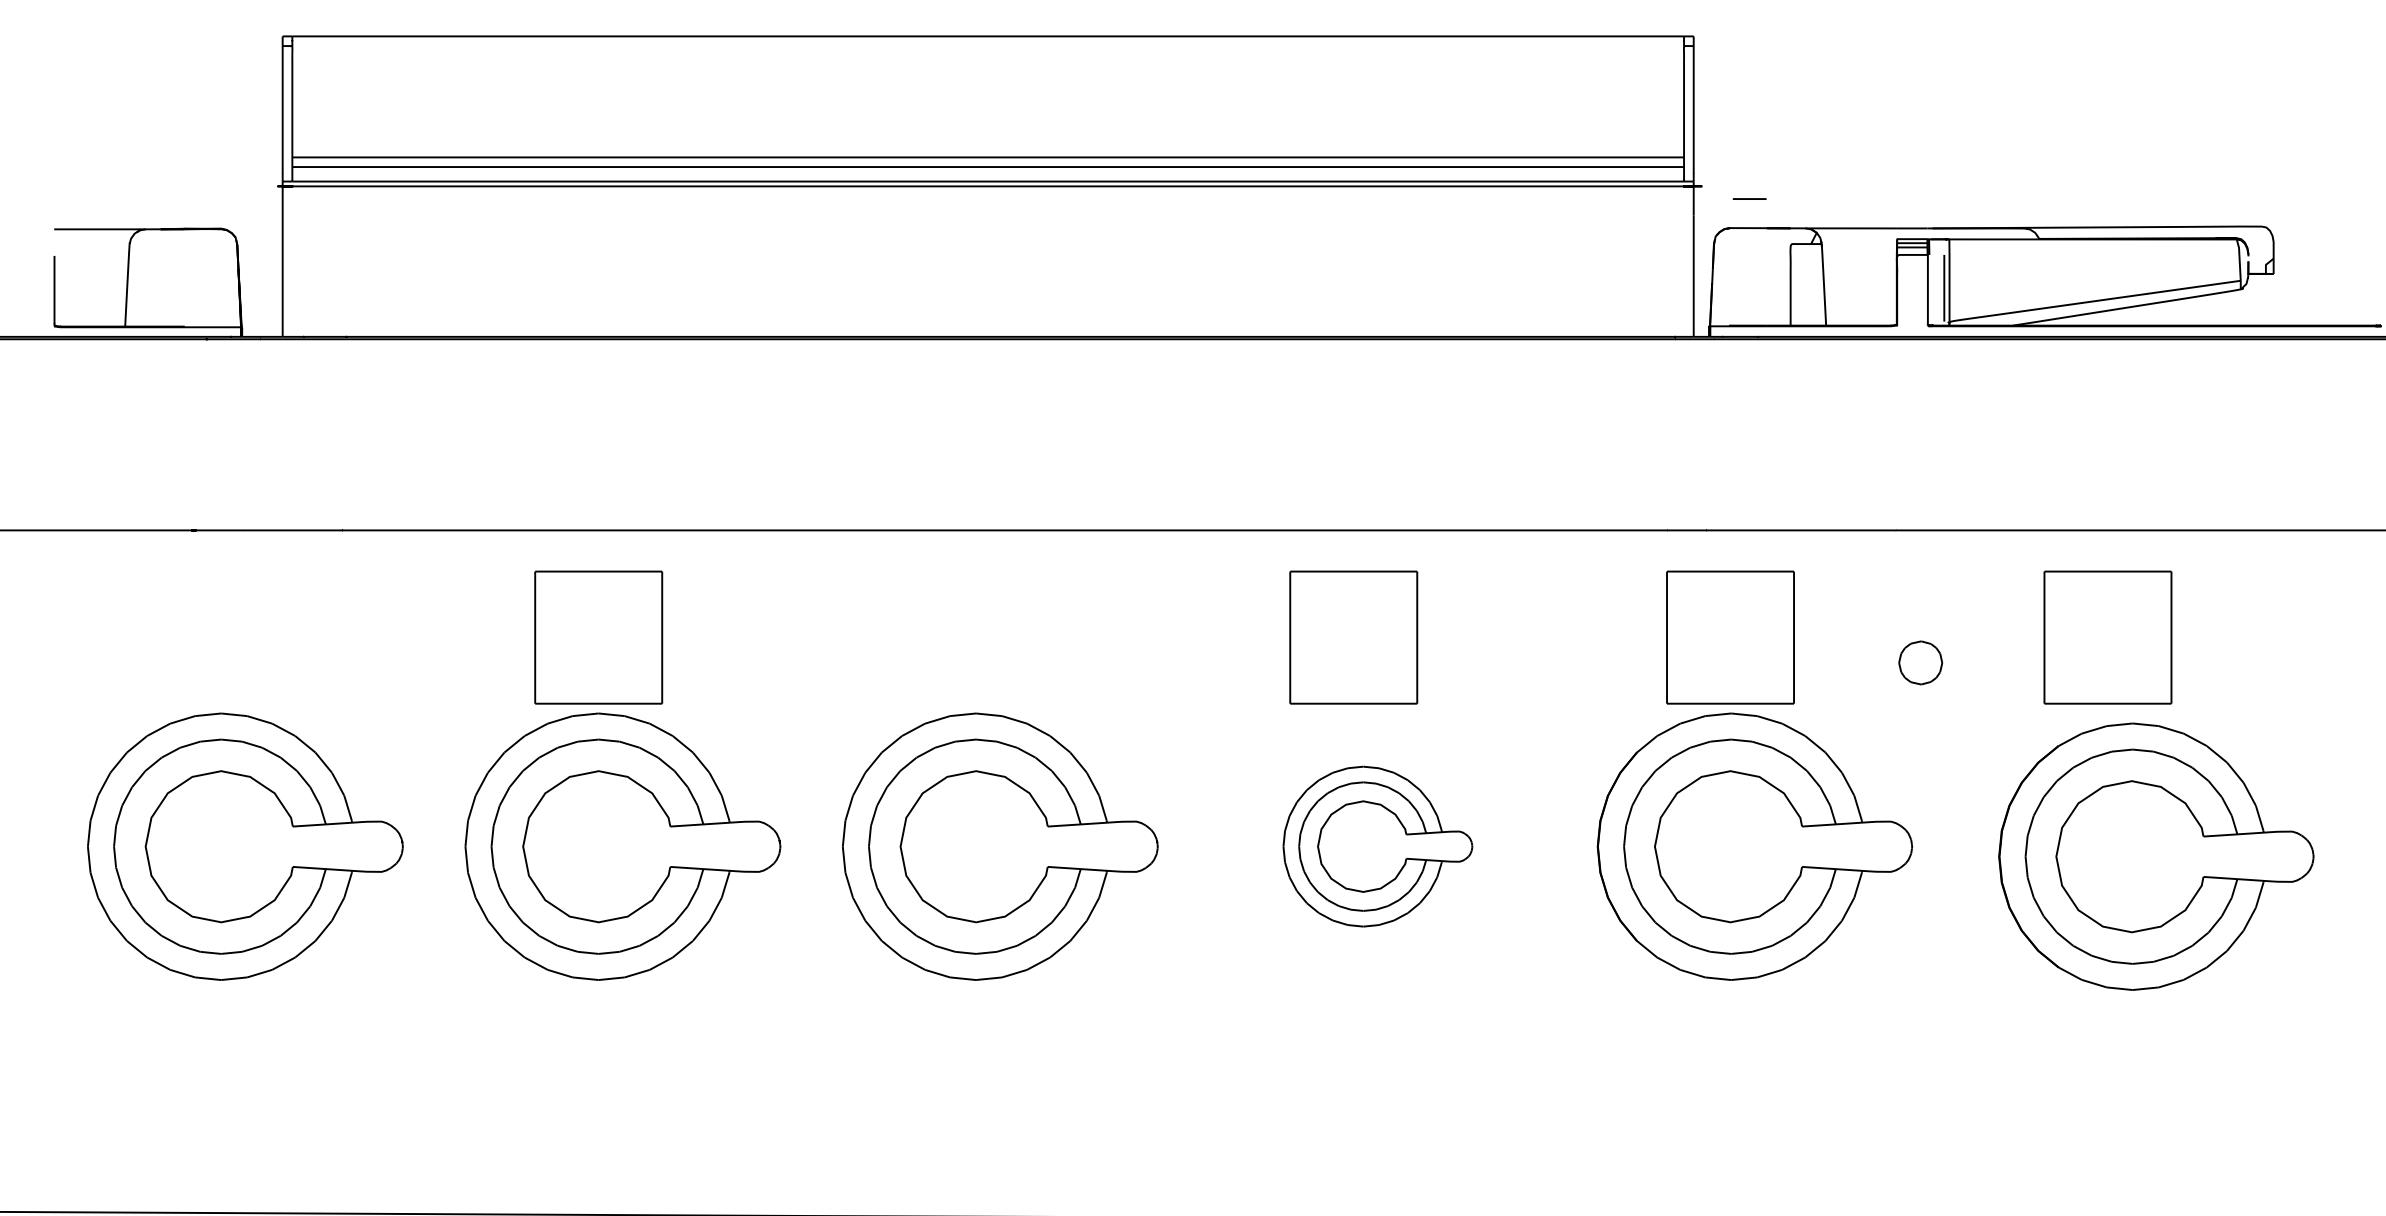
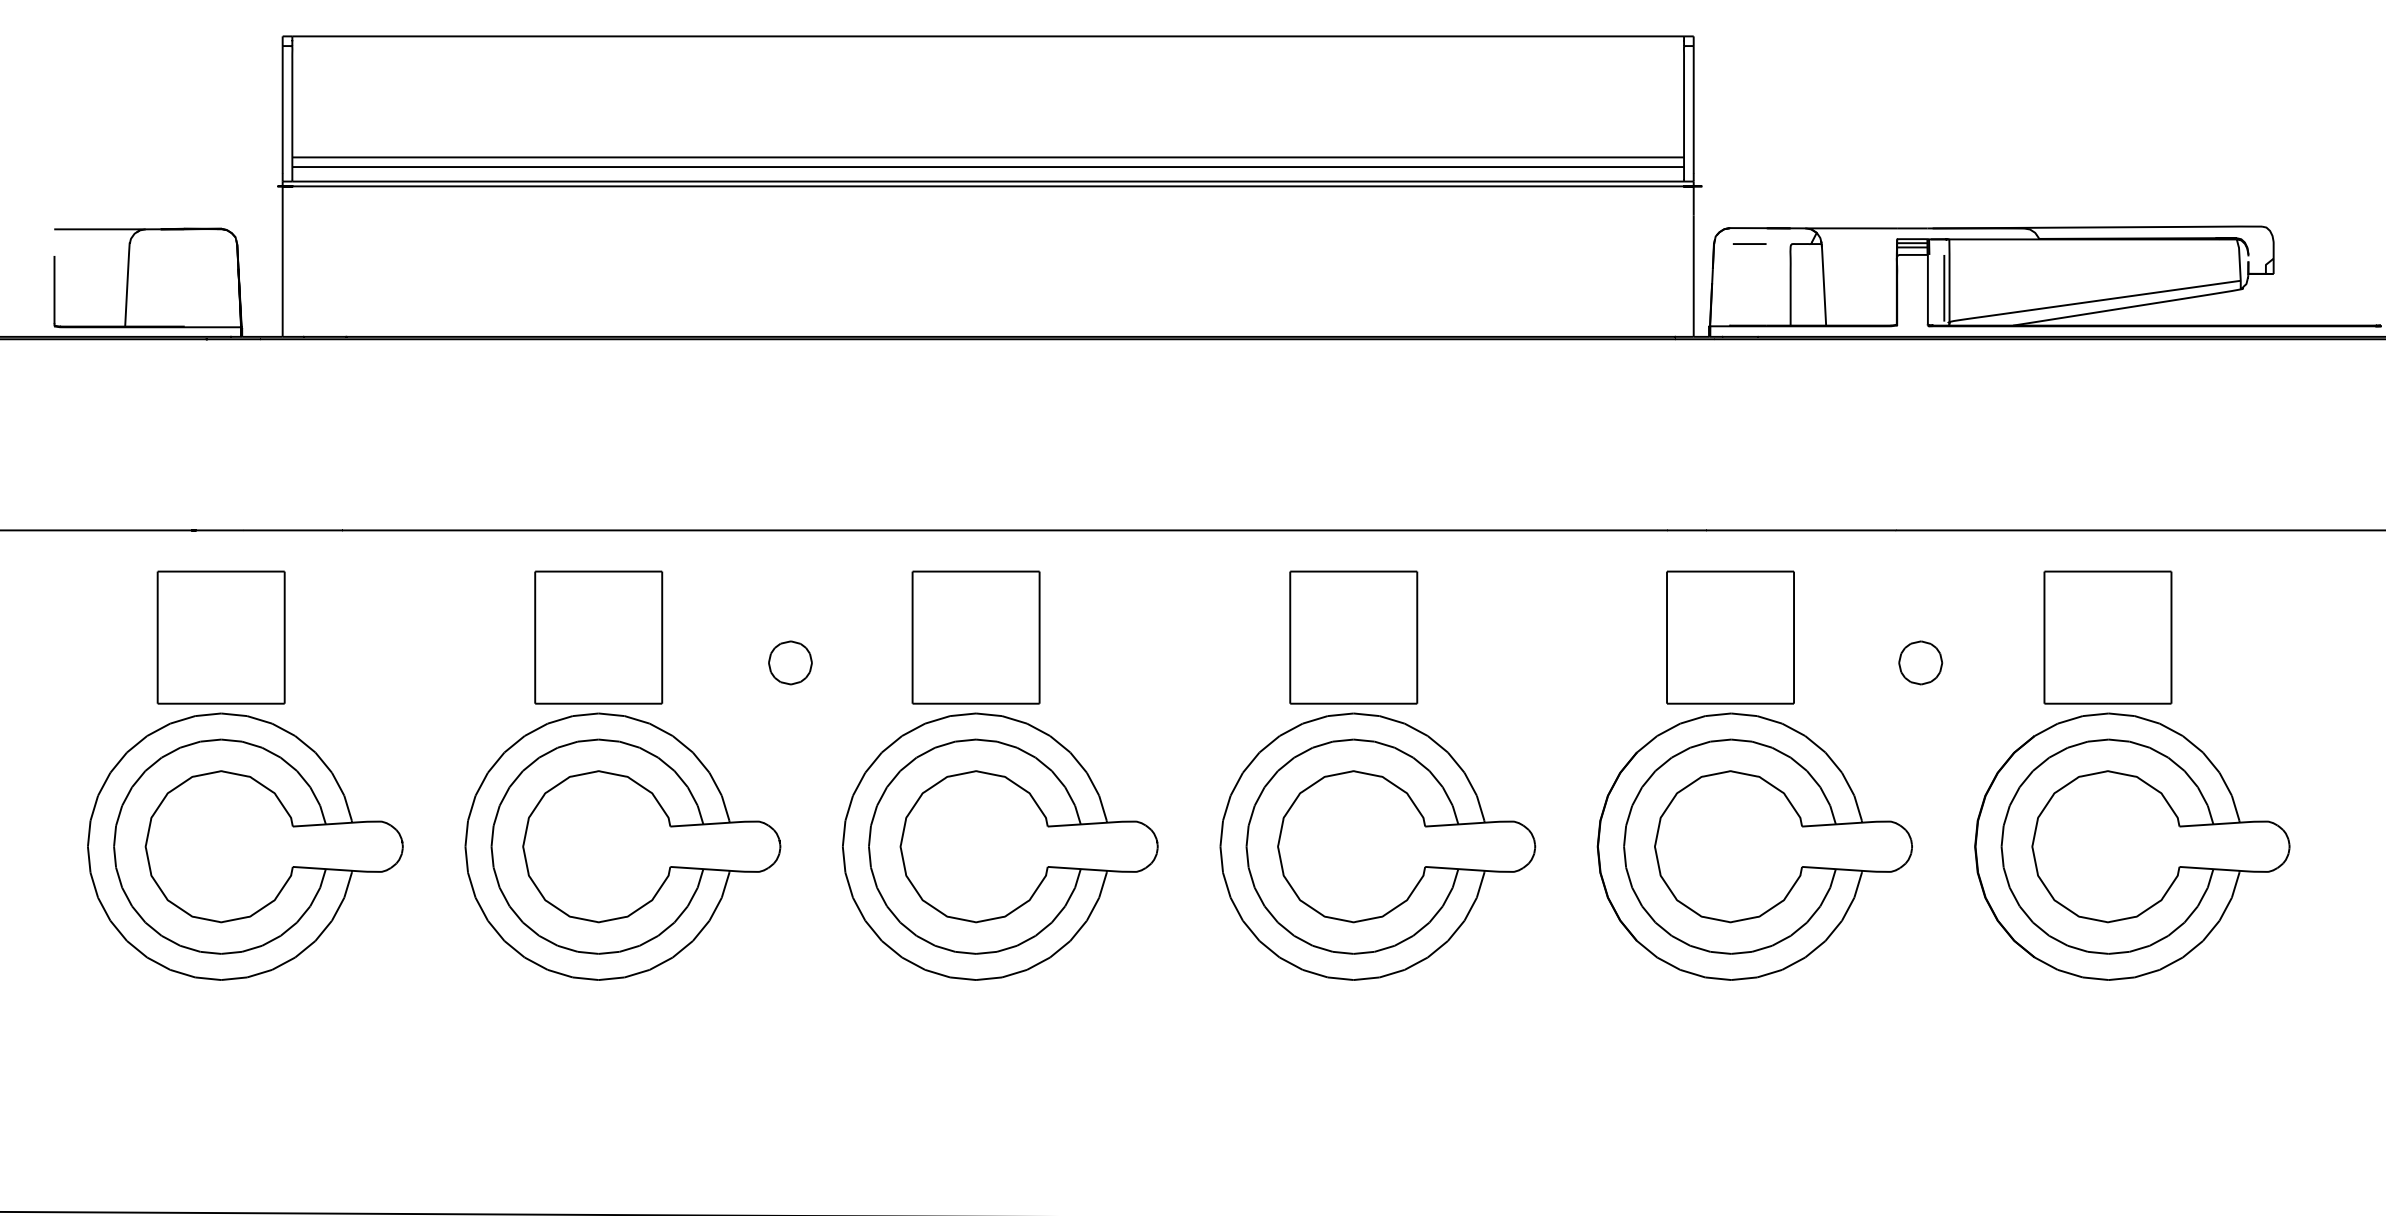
line at (1749, 198) position: (1749, 198) -> (1749, 243)
part at (220, 637): none -> present
part at (975, 637): none -> present
part at (790, 662): none -> present
part at (1377, 846) size: 192x163 px -> 318x269 px
part at (2156, 856) position: (2156, 856) -> (2132, 846)
